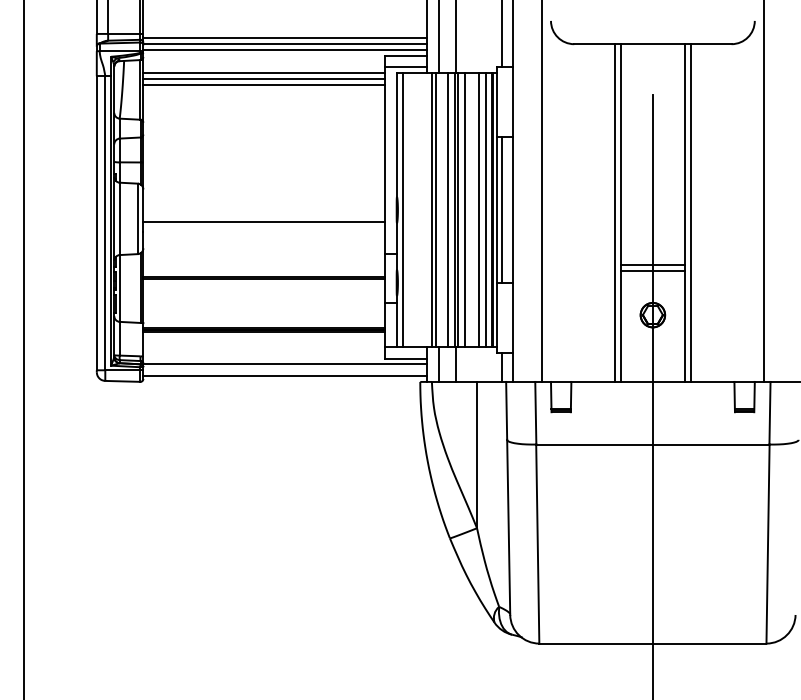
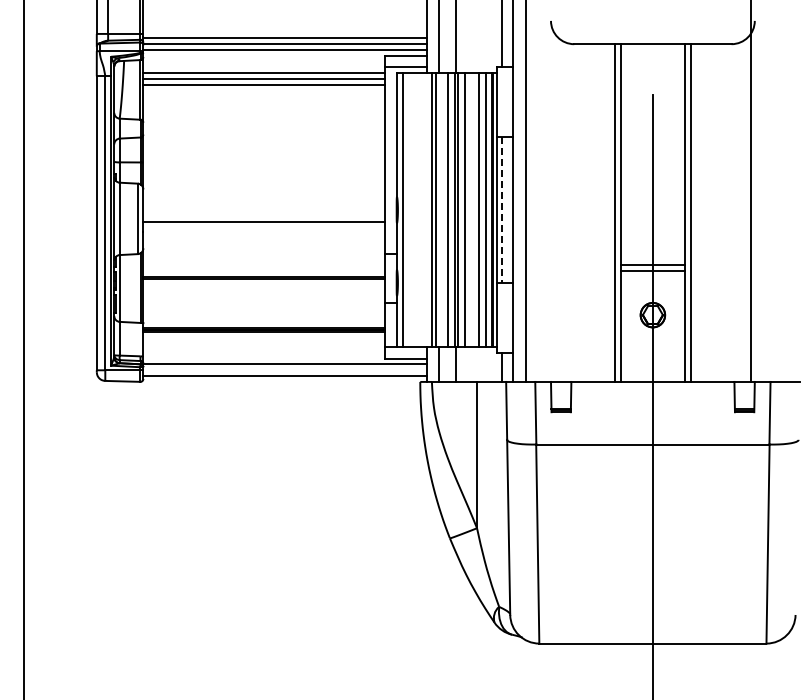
line at (542, 191) position: (542, 191) -> (526, 191)
line at (763, 191) position: (763, 191) -> (750, 191)
line at (501, 210): solid -> dashed
